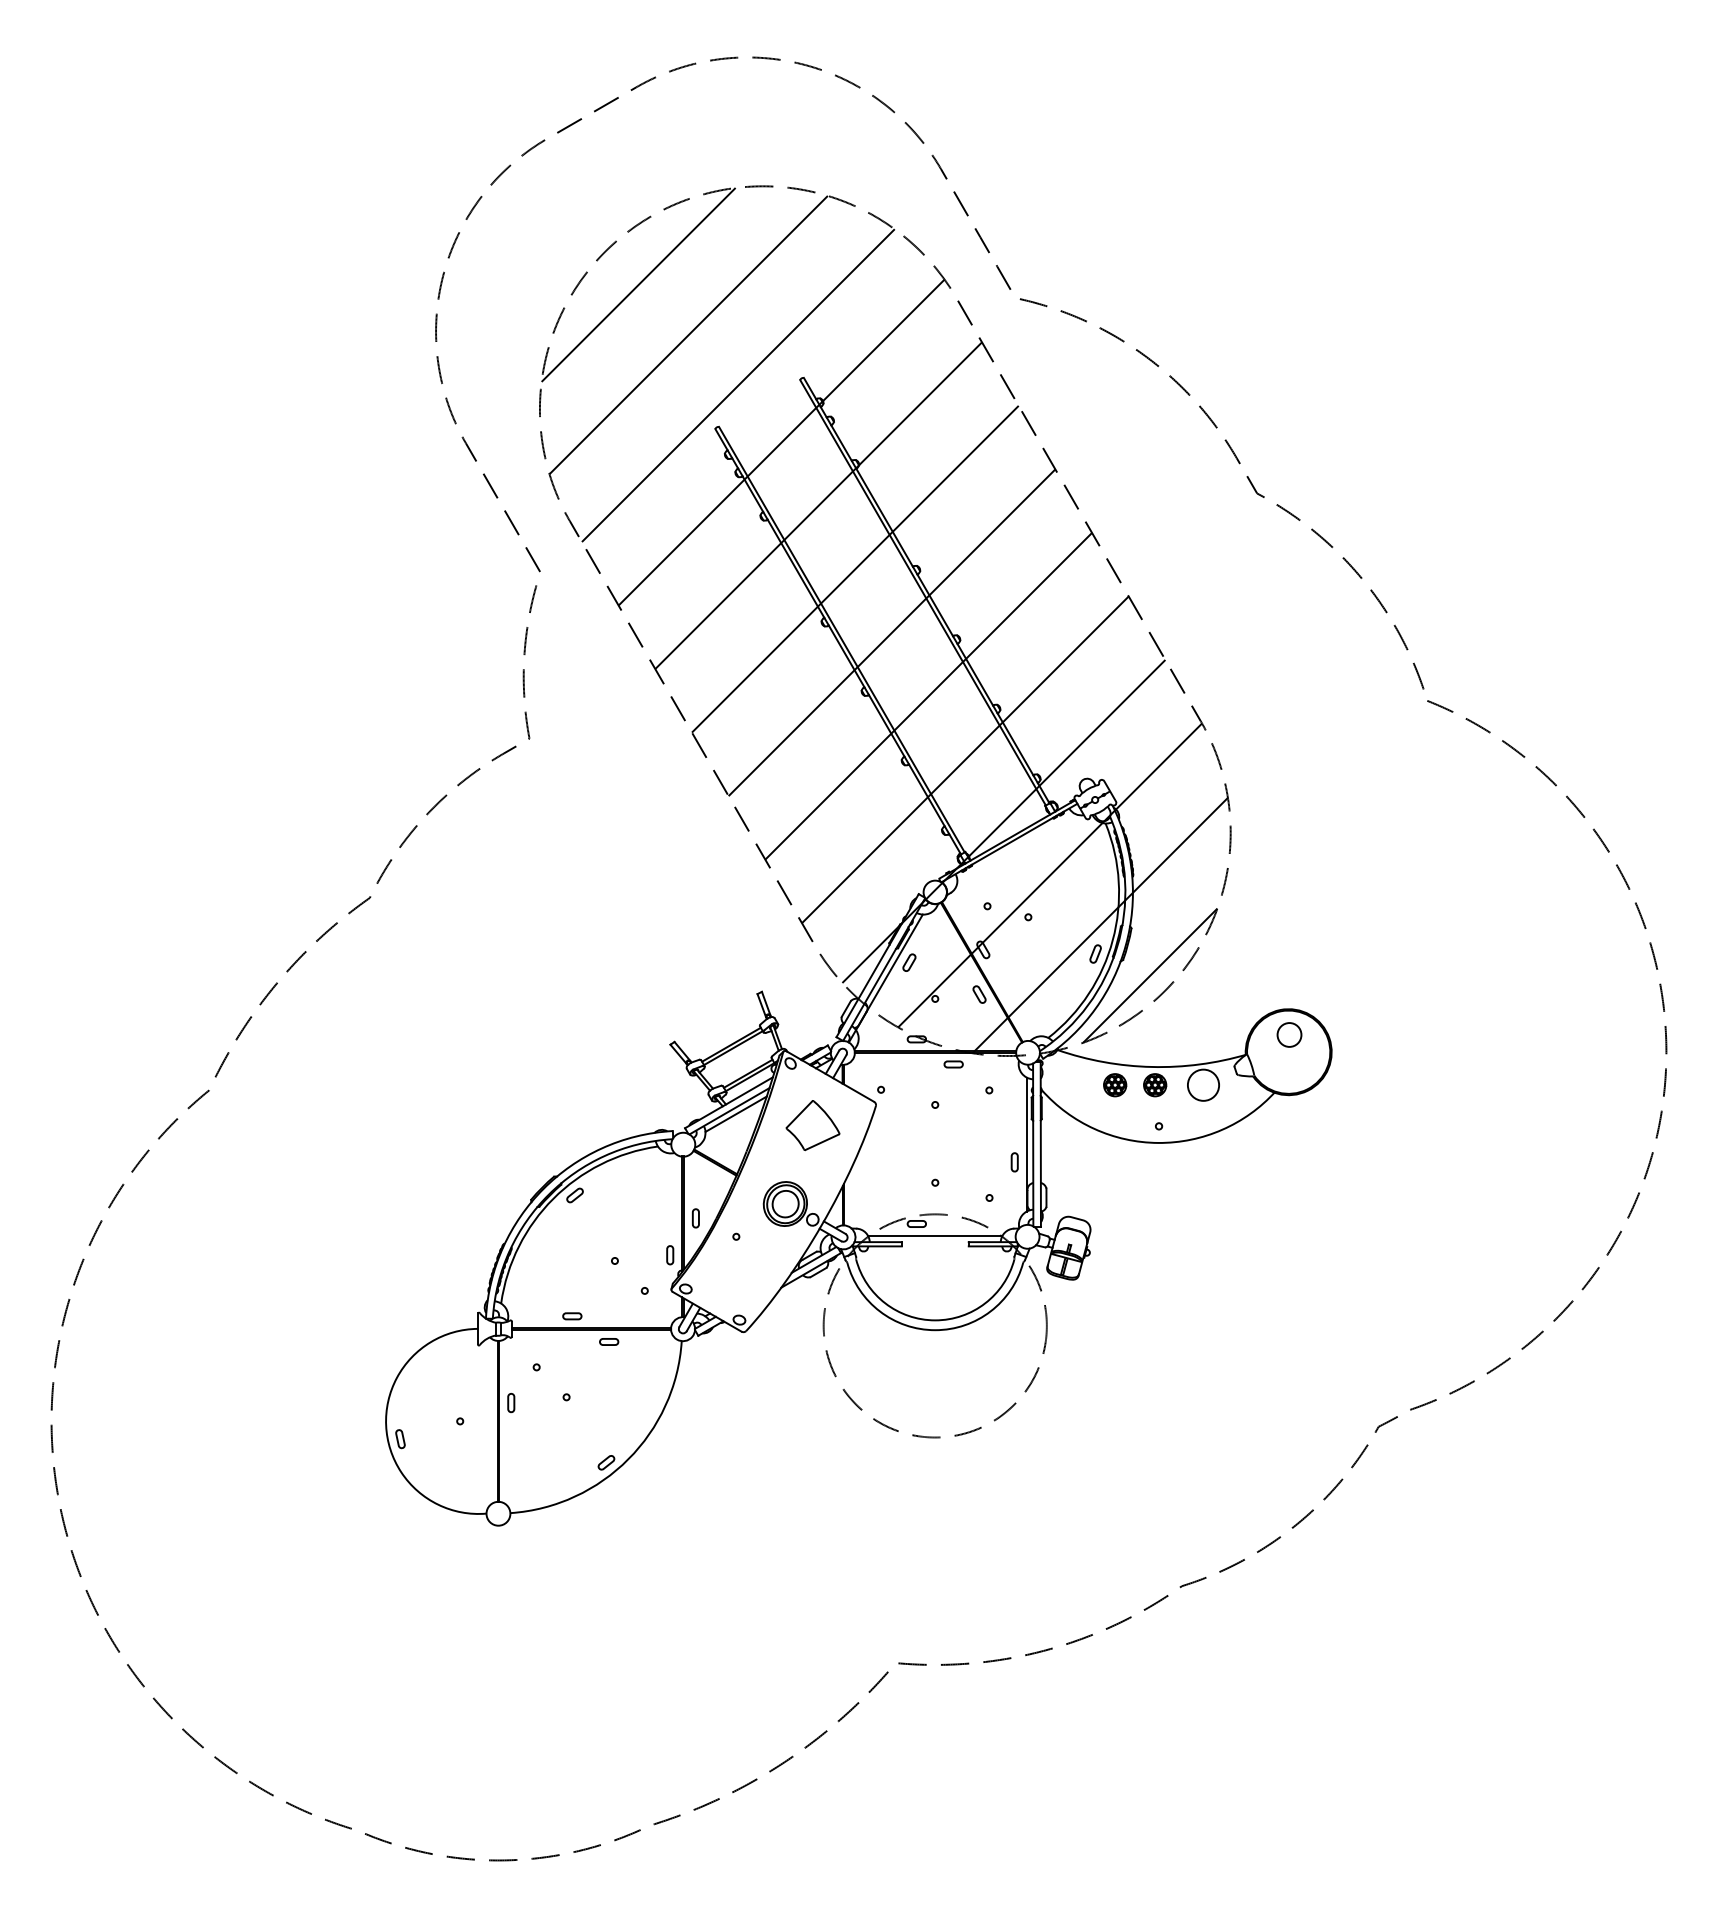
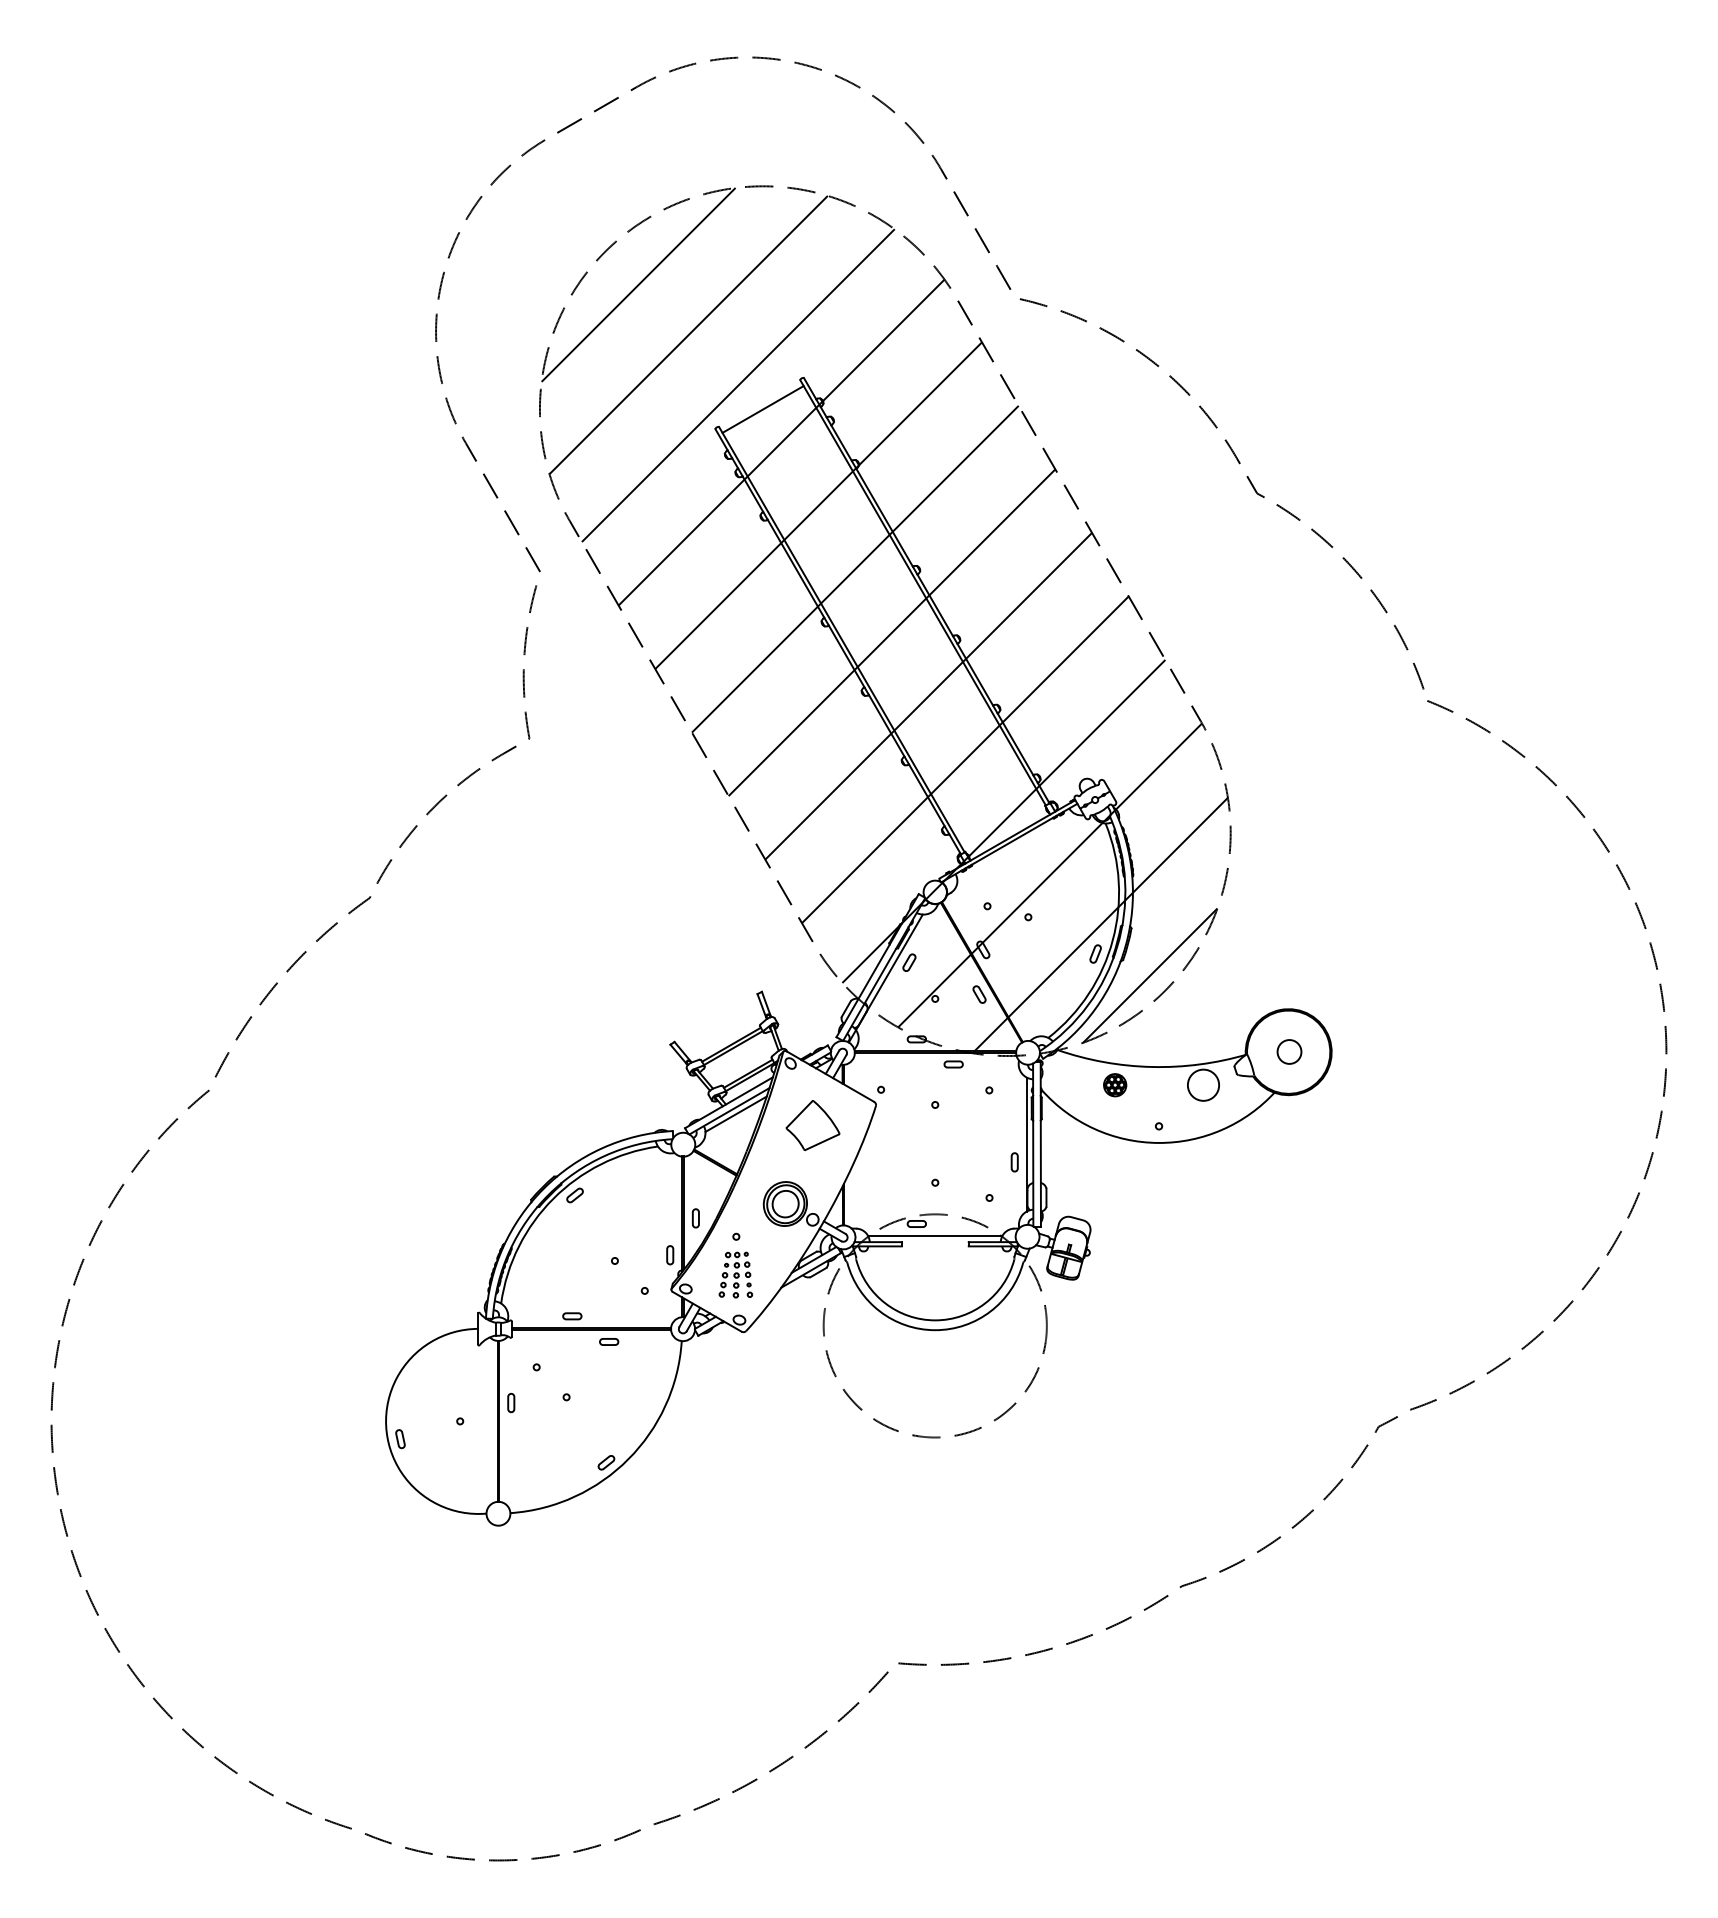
line at (762, 409): none -> present
circle at (1289, 1034) position: (1289, 1034) -> (1289, 1051)
part at (1155, 1085): present -> none
part at (735, 1274): none -> present
